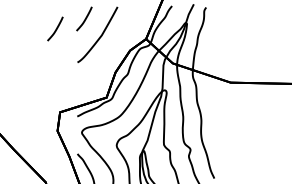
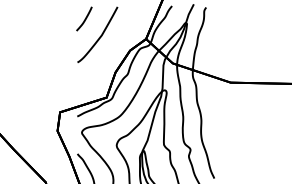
curve at (56, 28): present -> none
